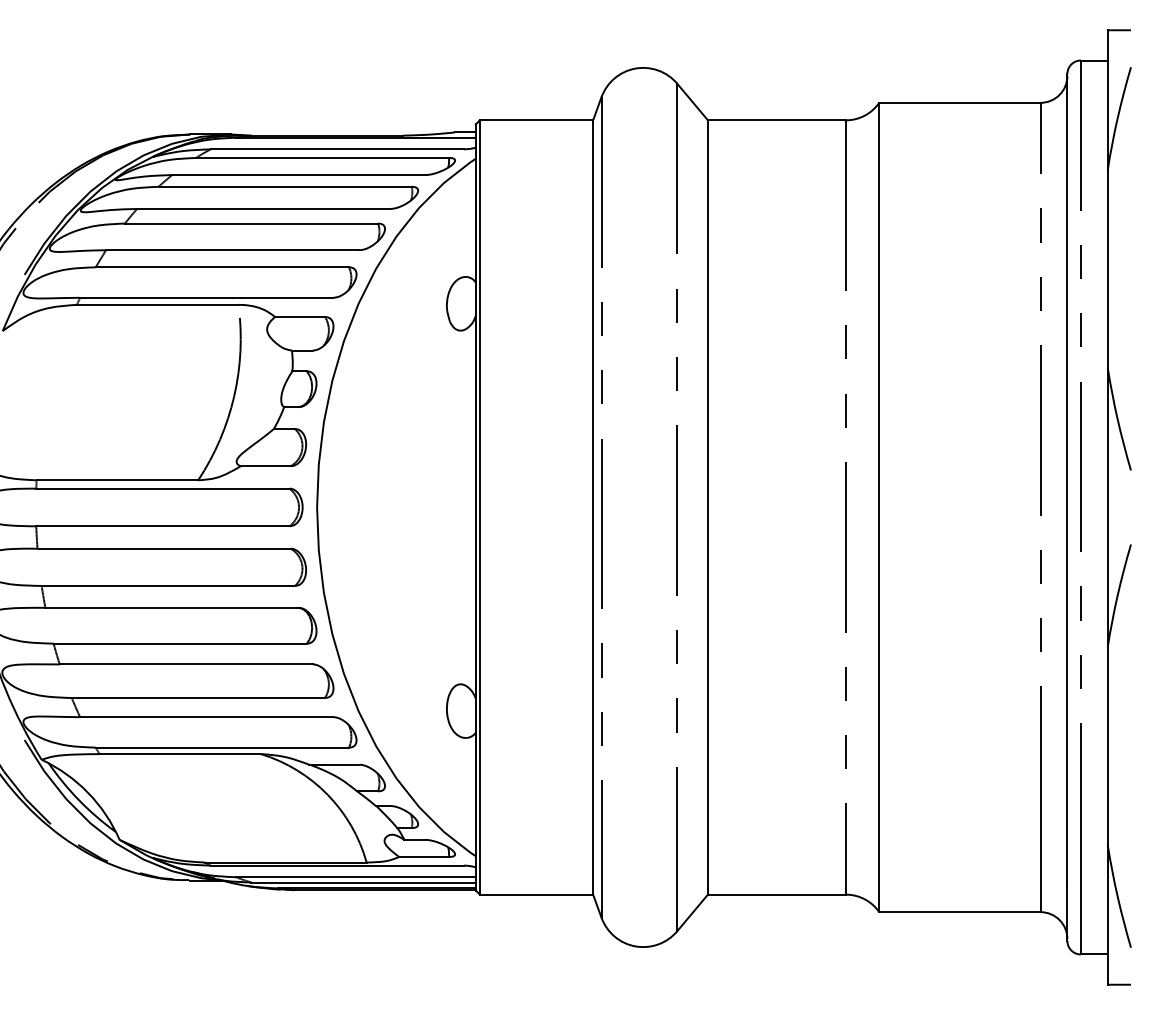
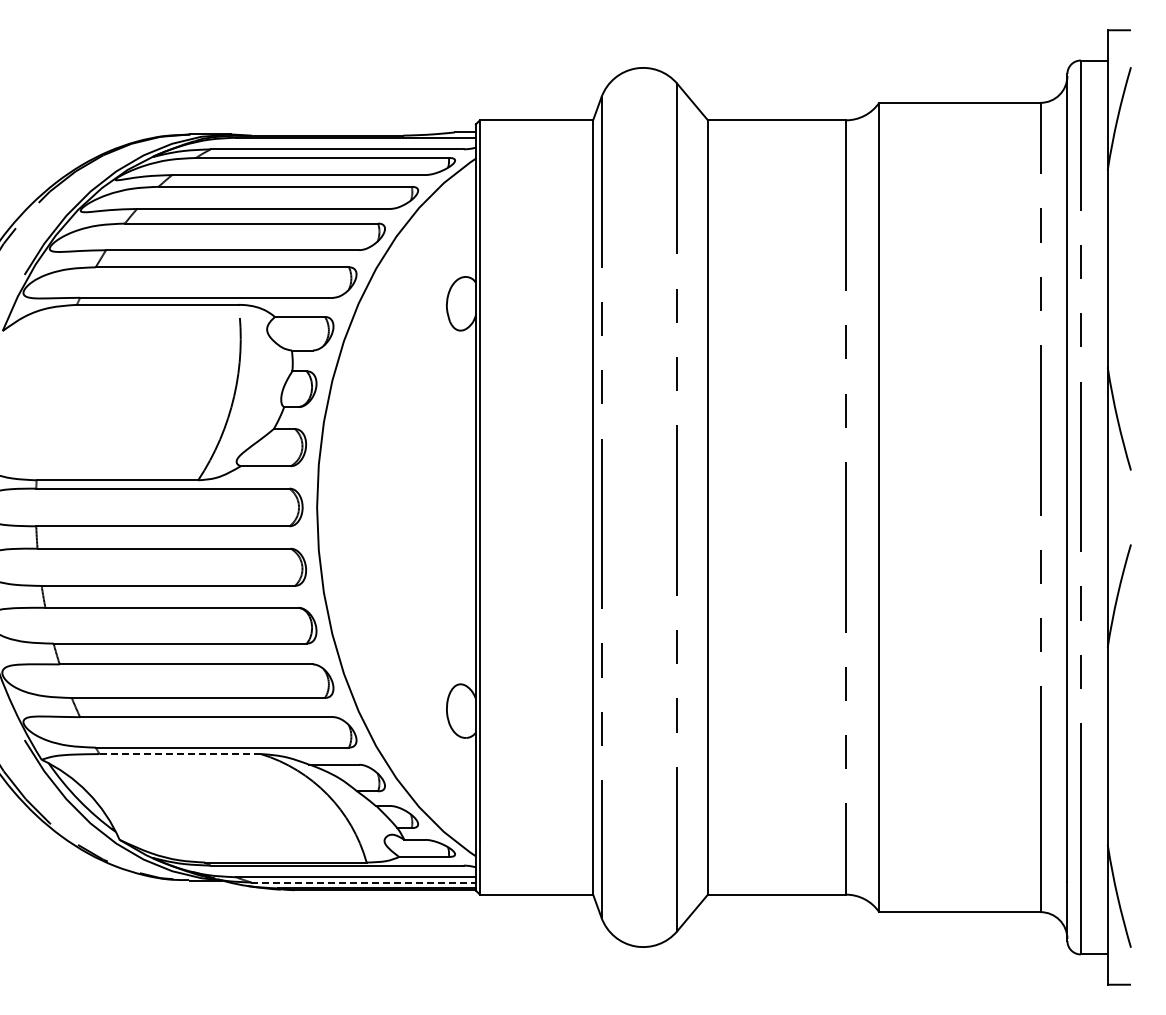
line at (180, 754): solid -> dashed
line at (364, 882): solid -> dashed
